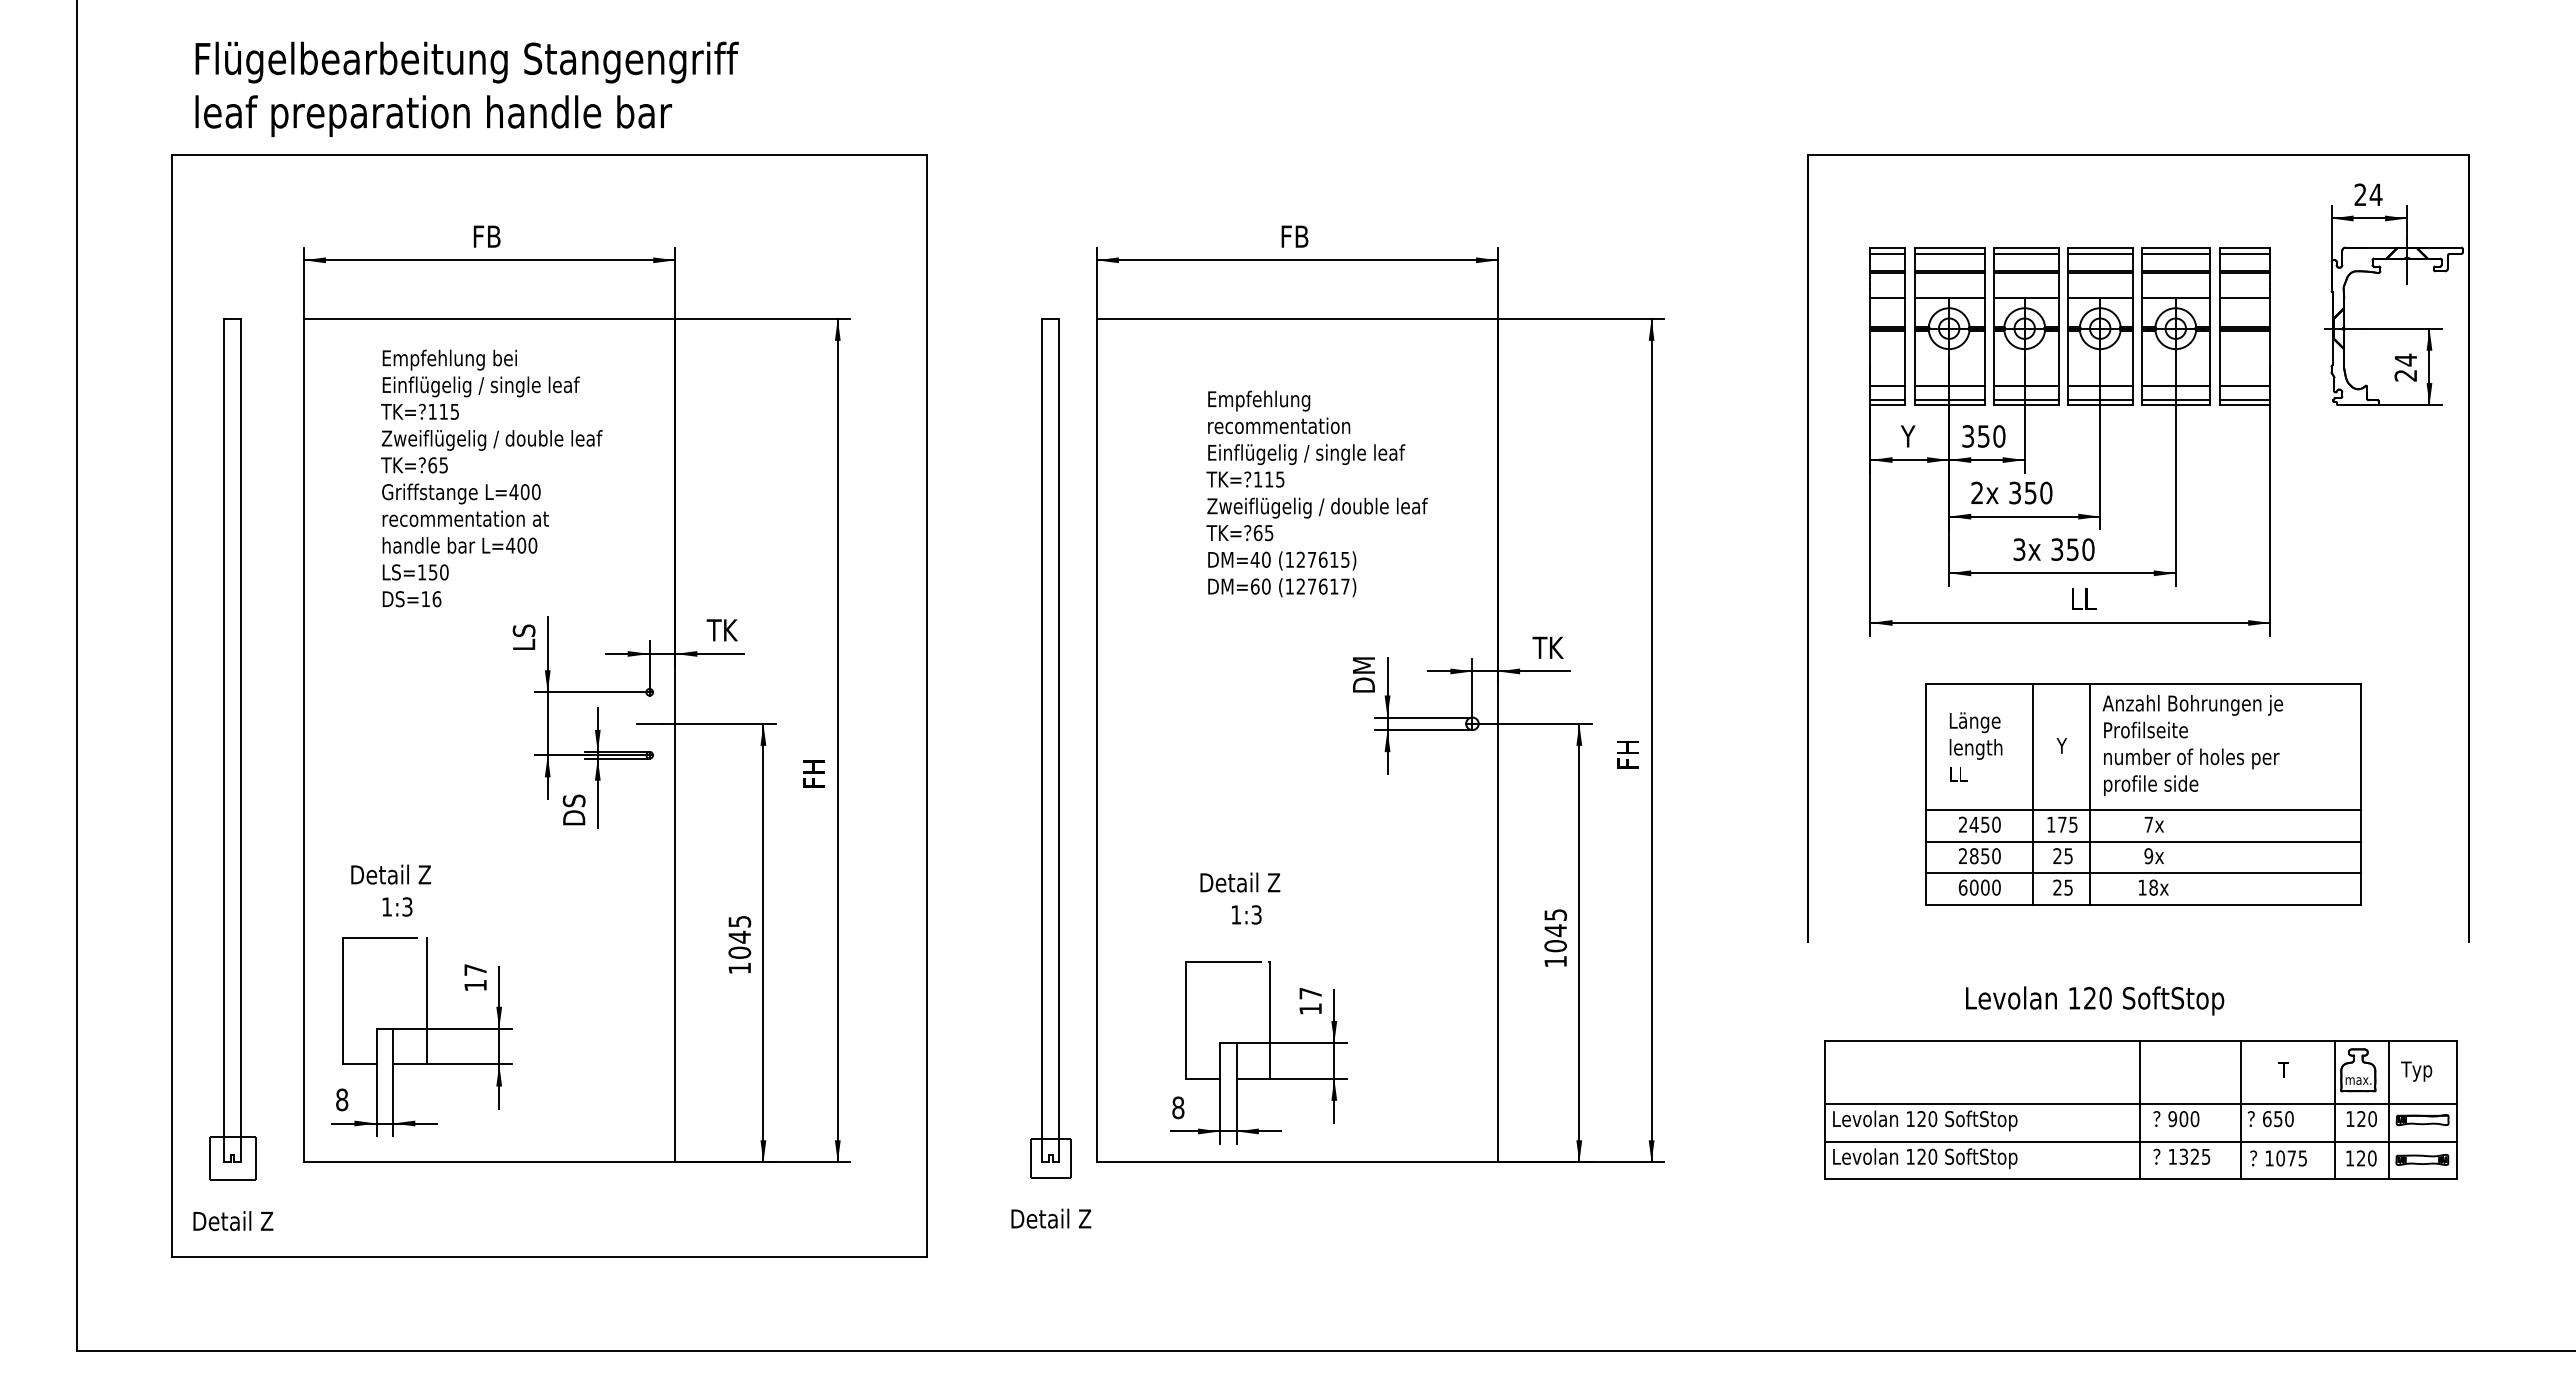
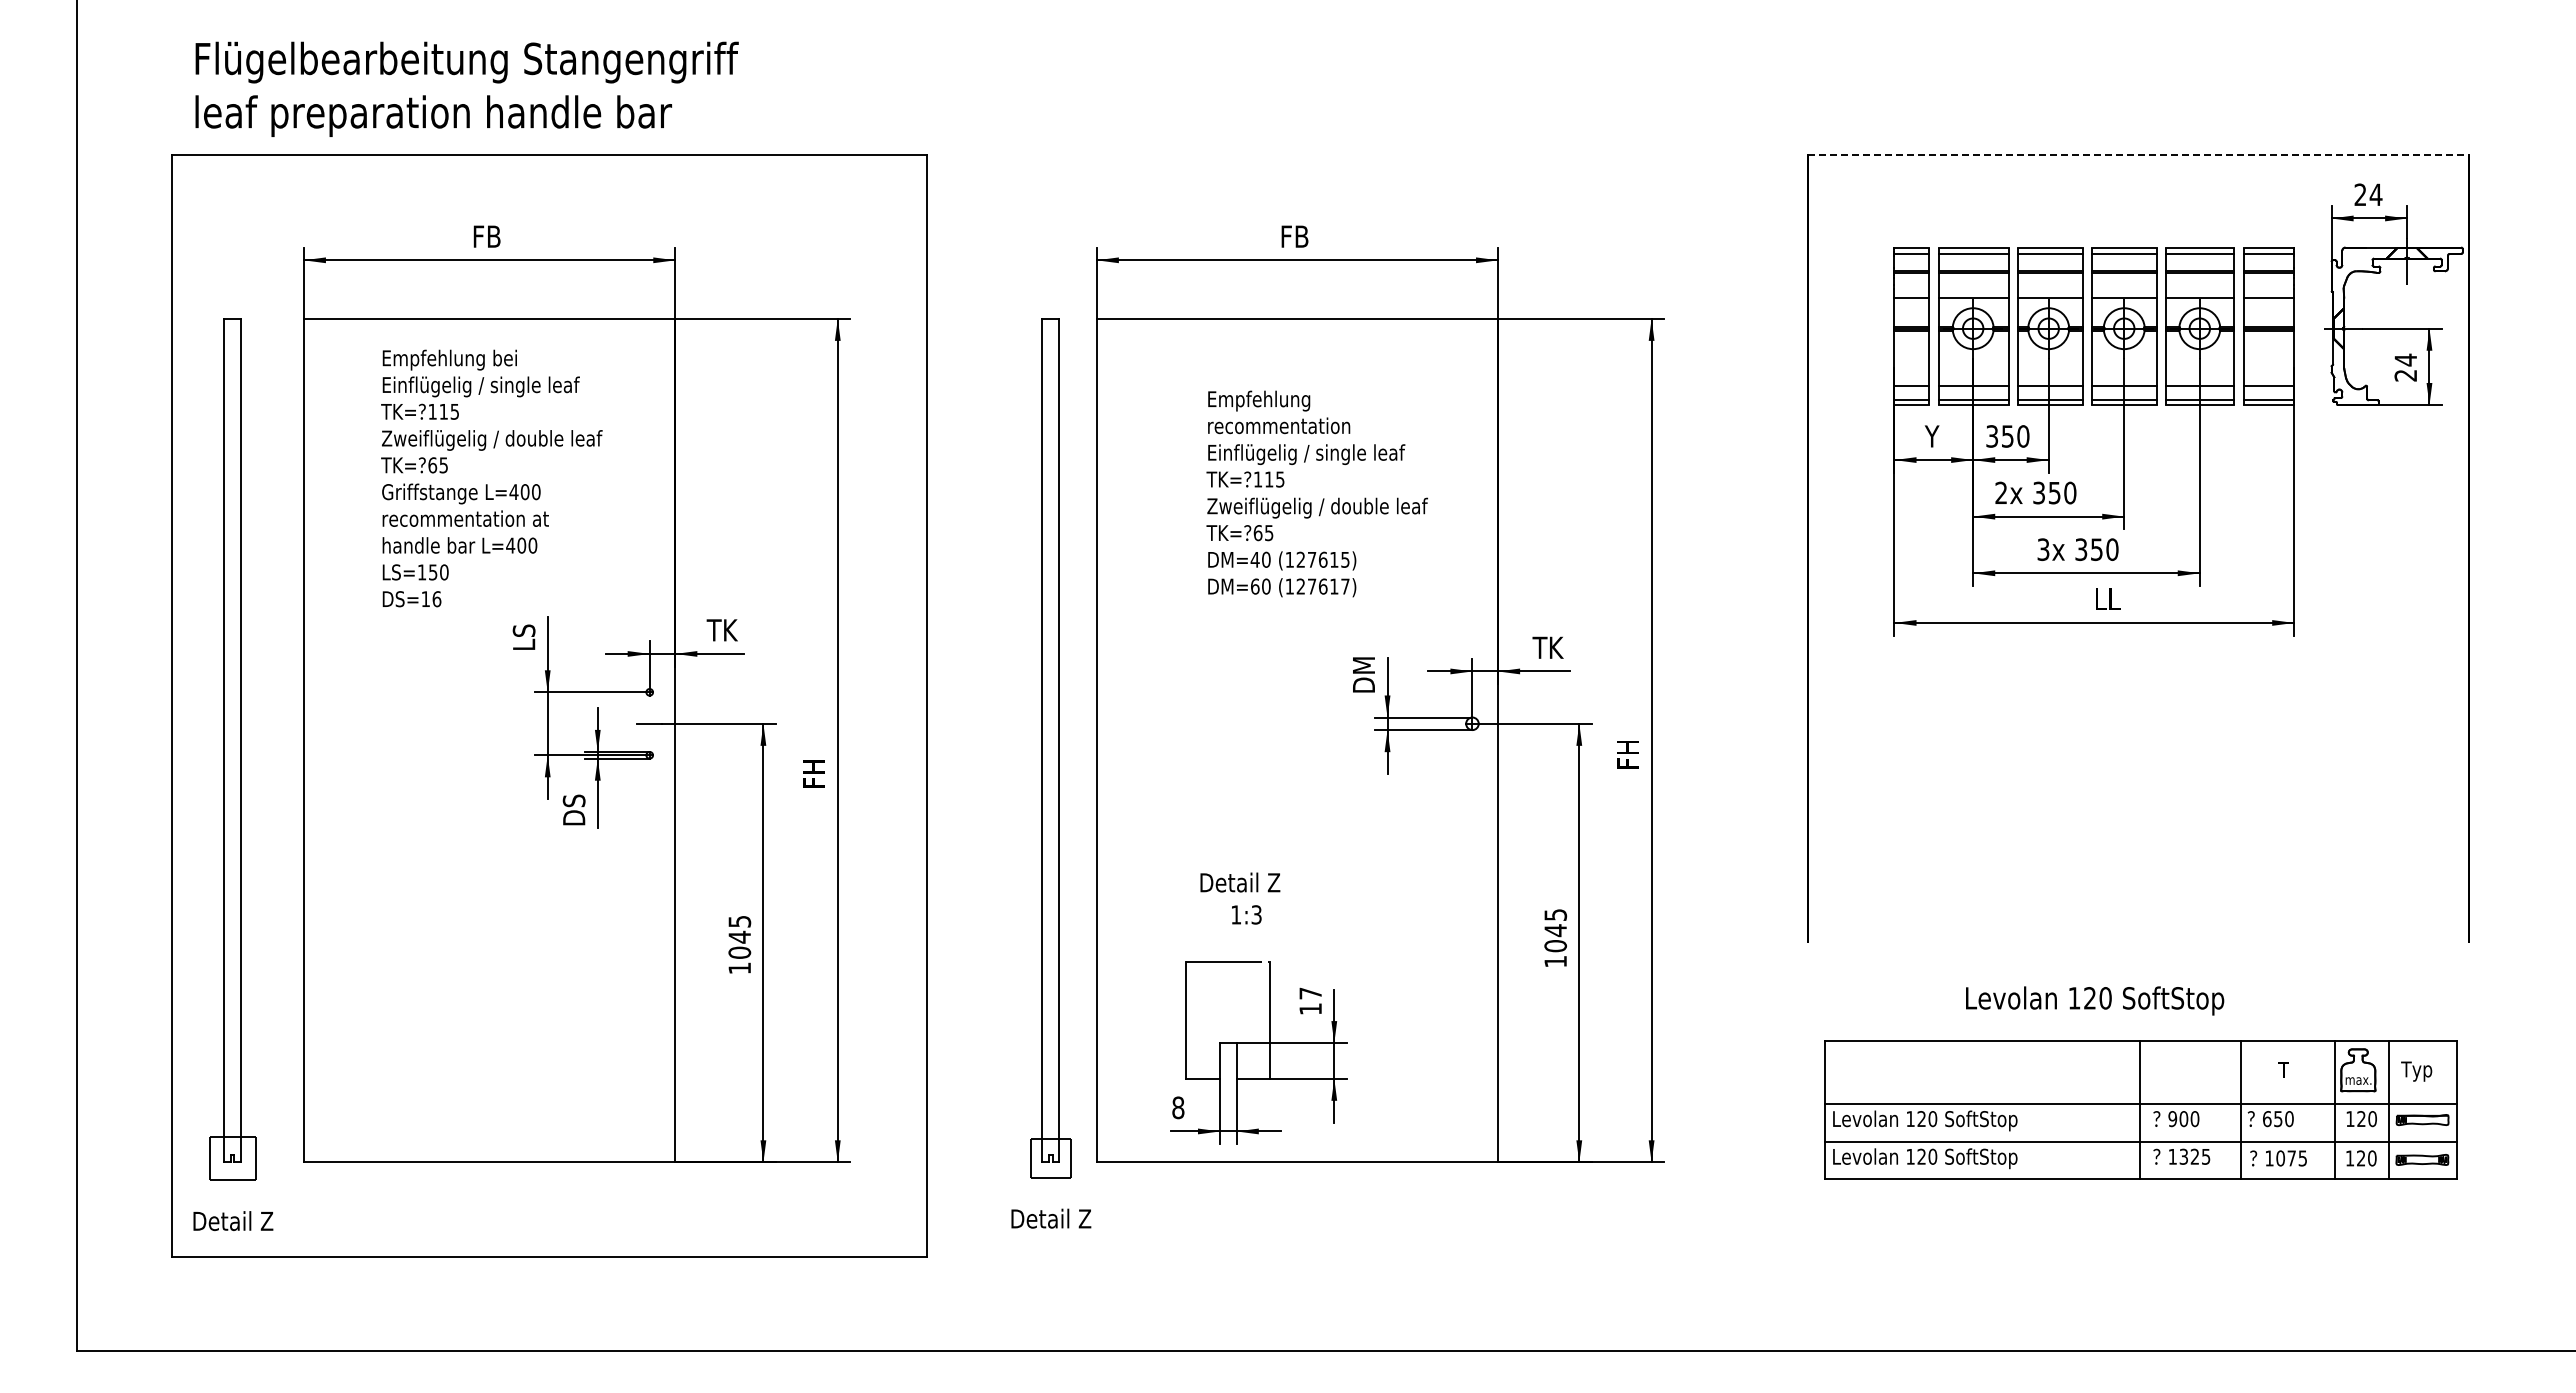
line at (2139, 155): solid -> dashed
part at (2099, 441) position: (2099, 441) -> (2123, 441)
part at (2143, 794): present -> none
part at (421, 1000): present -> none
